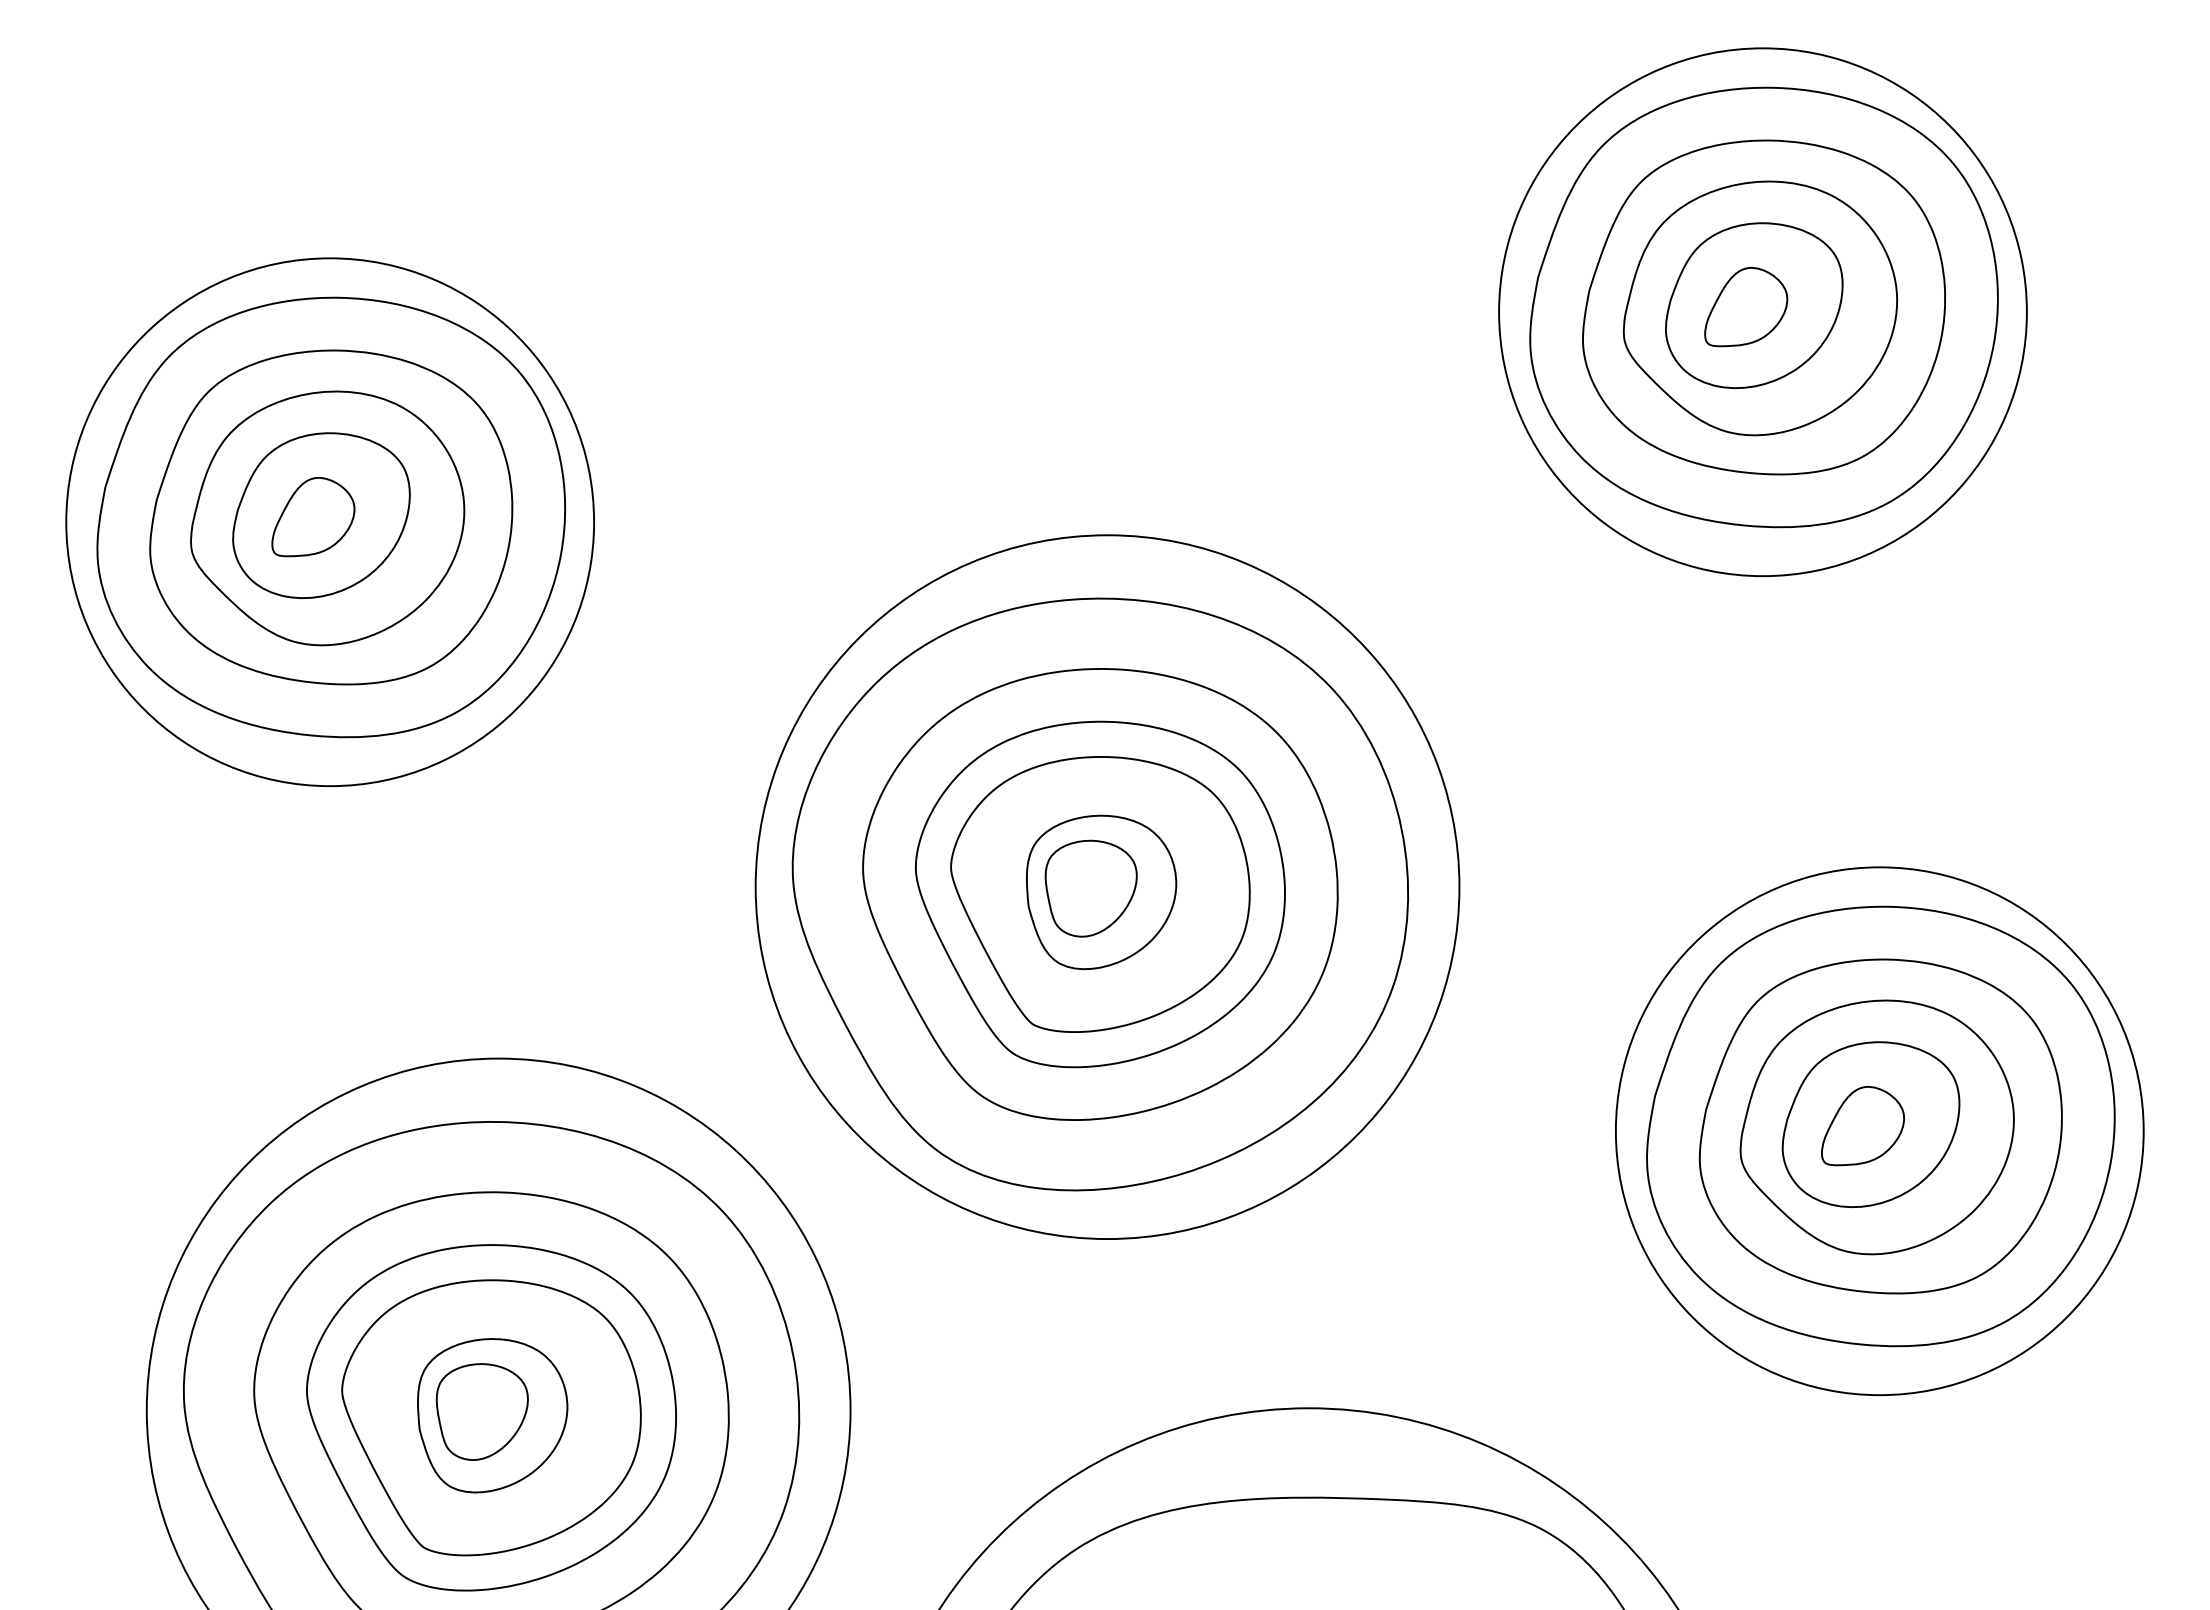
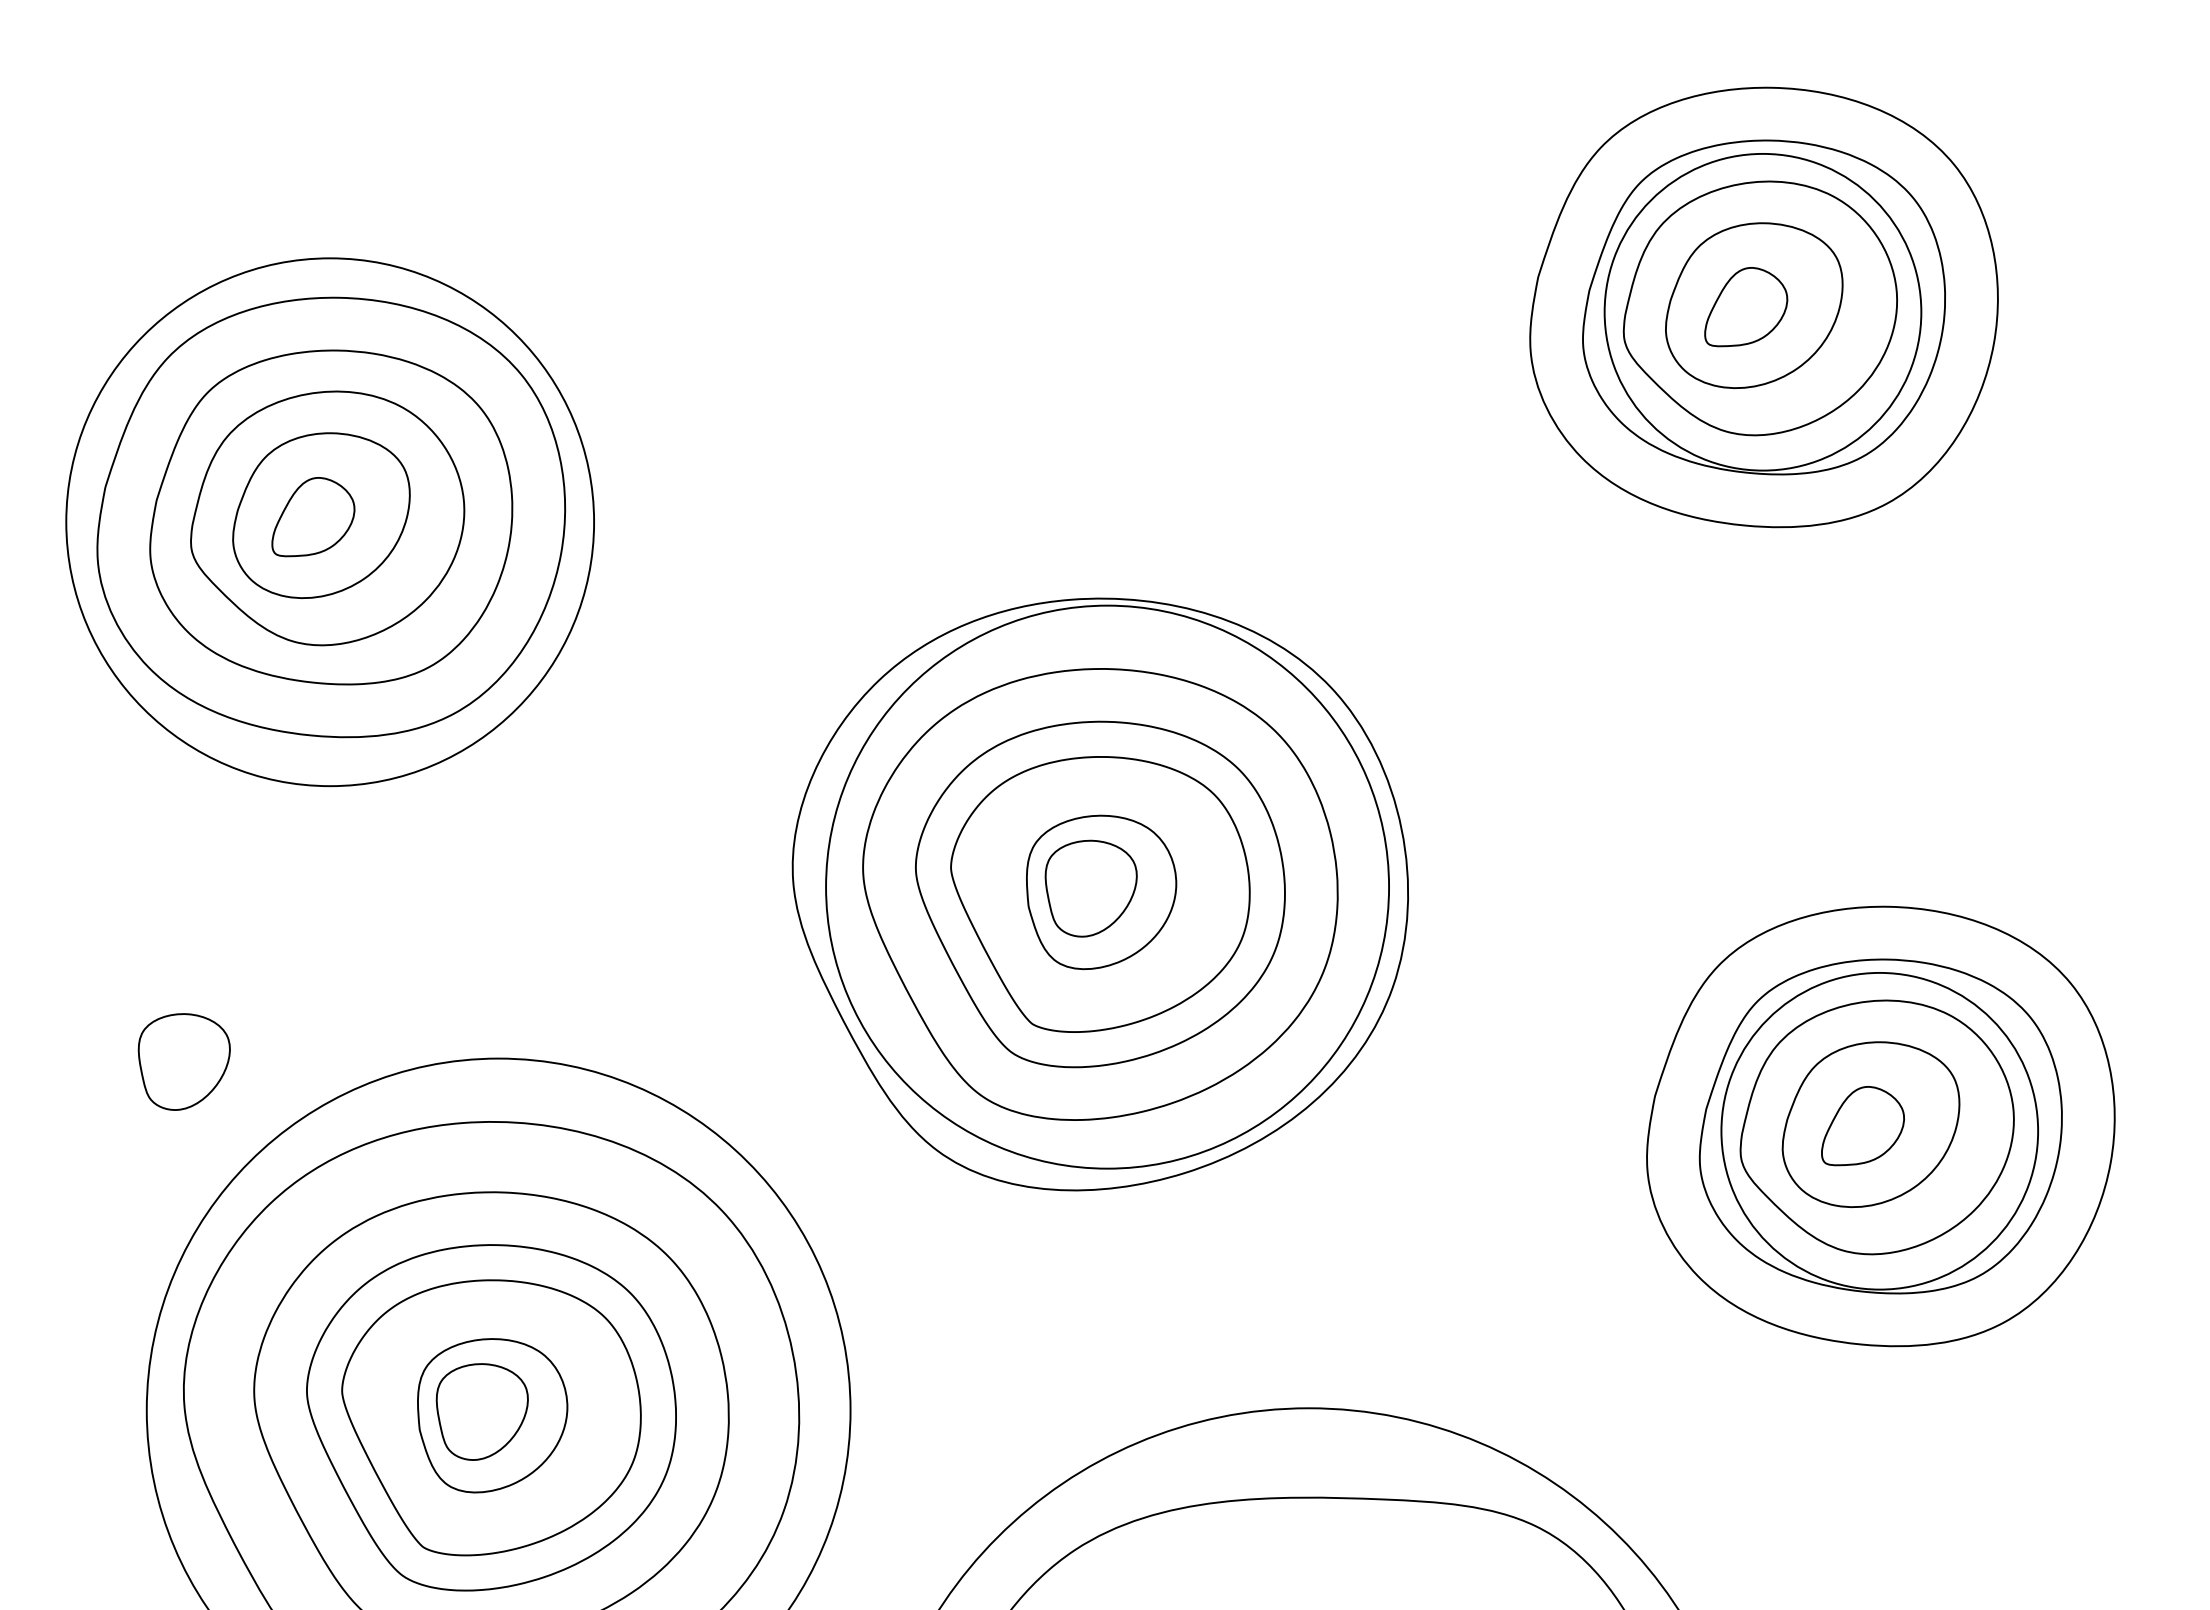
circle at (1762, 312) diameter: 528 px -> 317 px
circle at (1107, 887) diameter: 704 px -> 563 px
part at (183, 1061): none -> present
circle at (1879, 1131) diameter: 528 px -> 317 px
